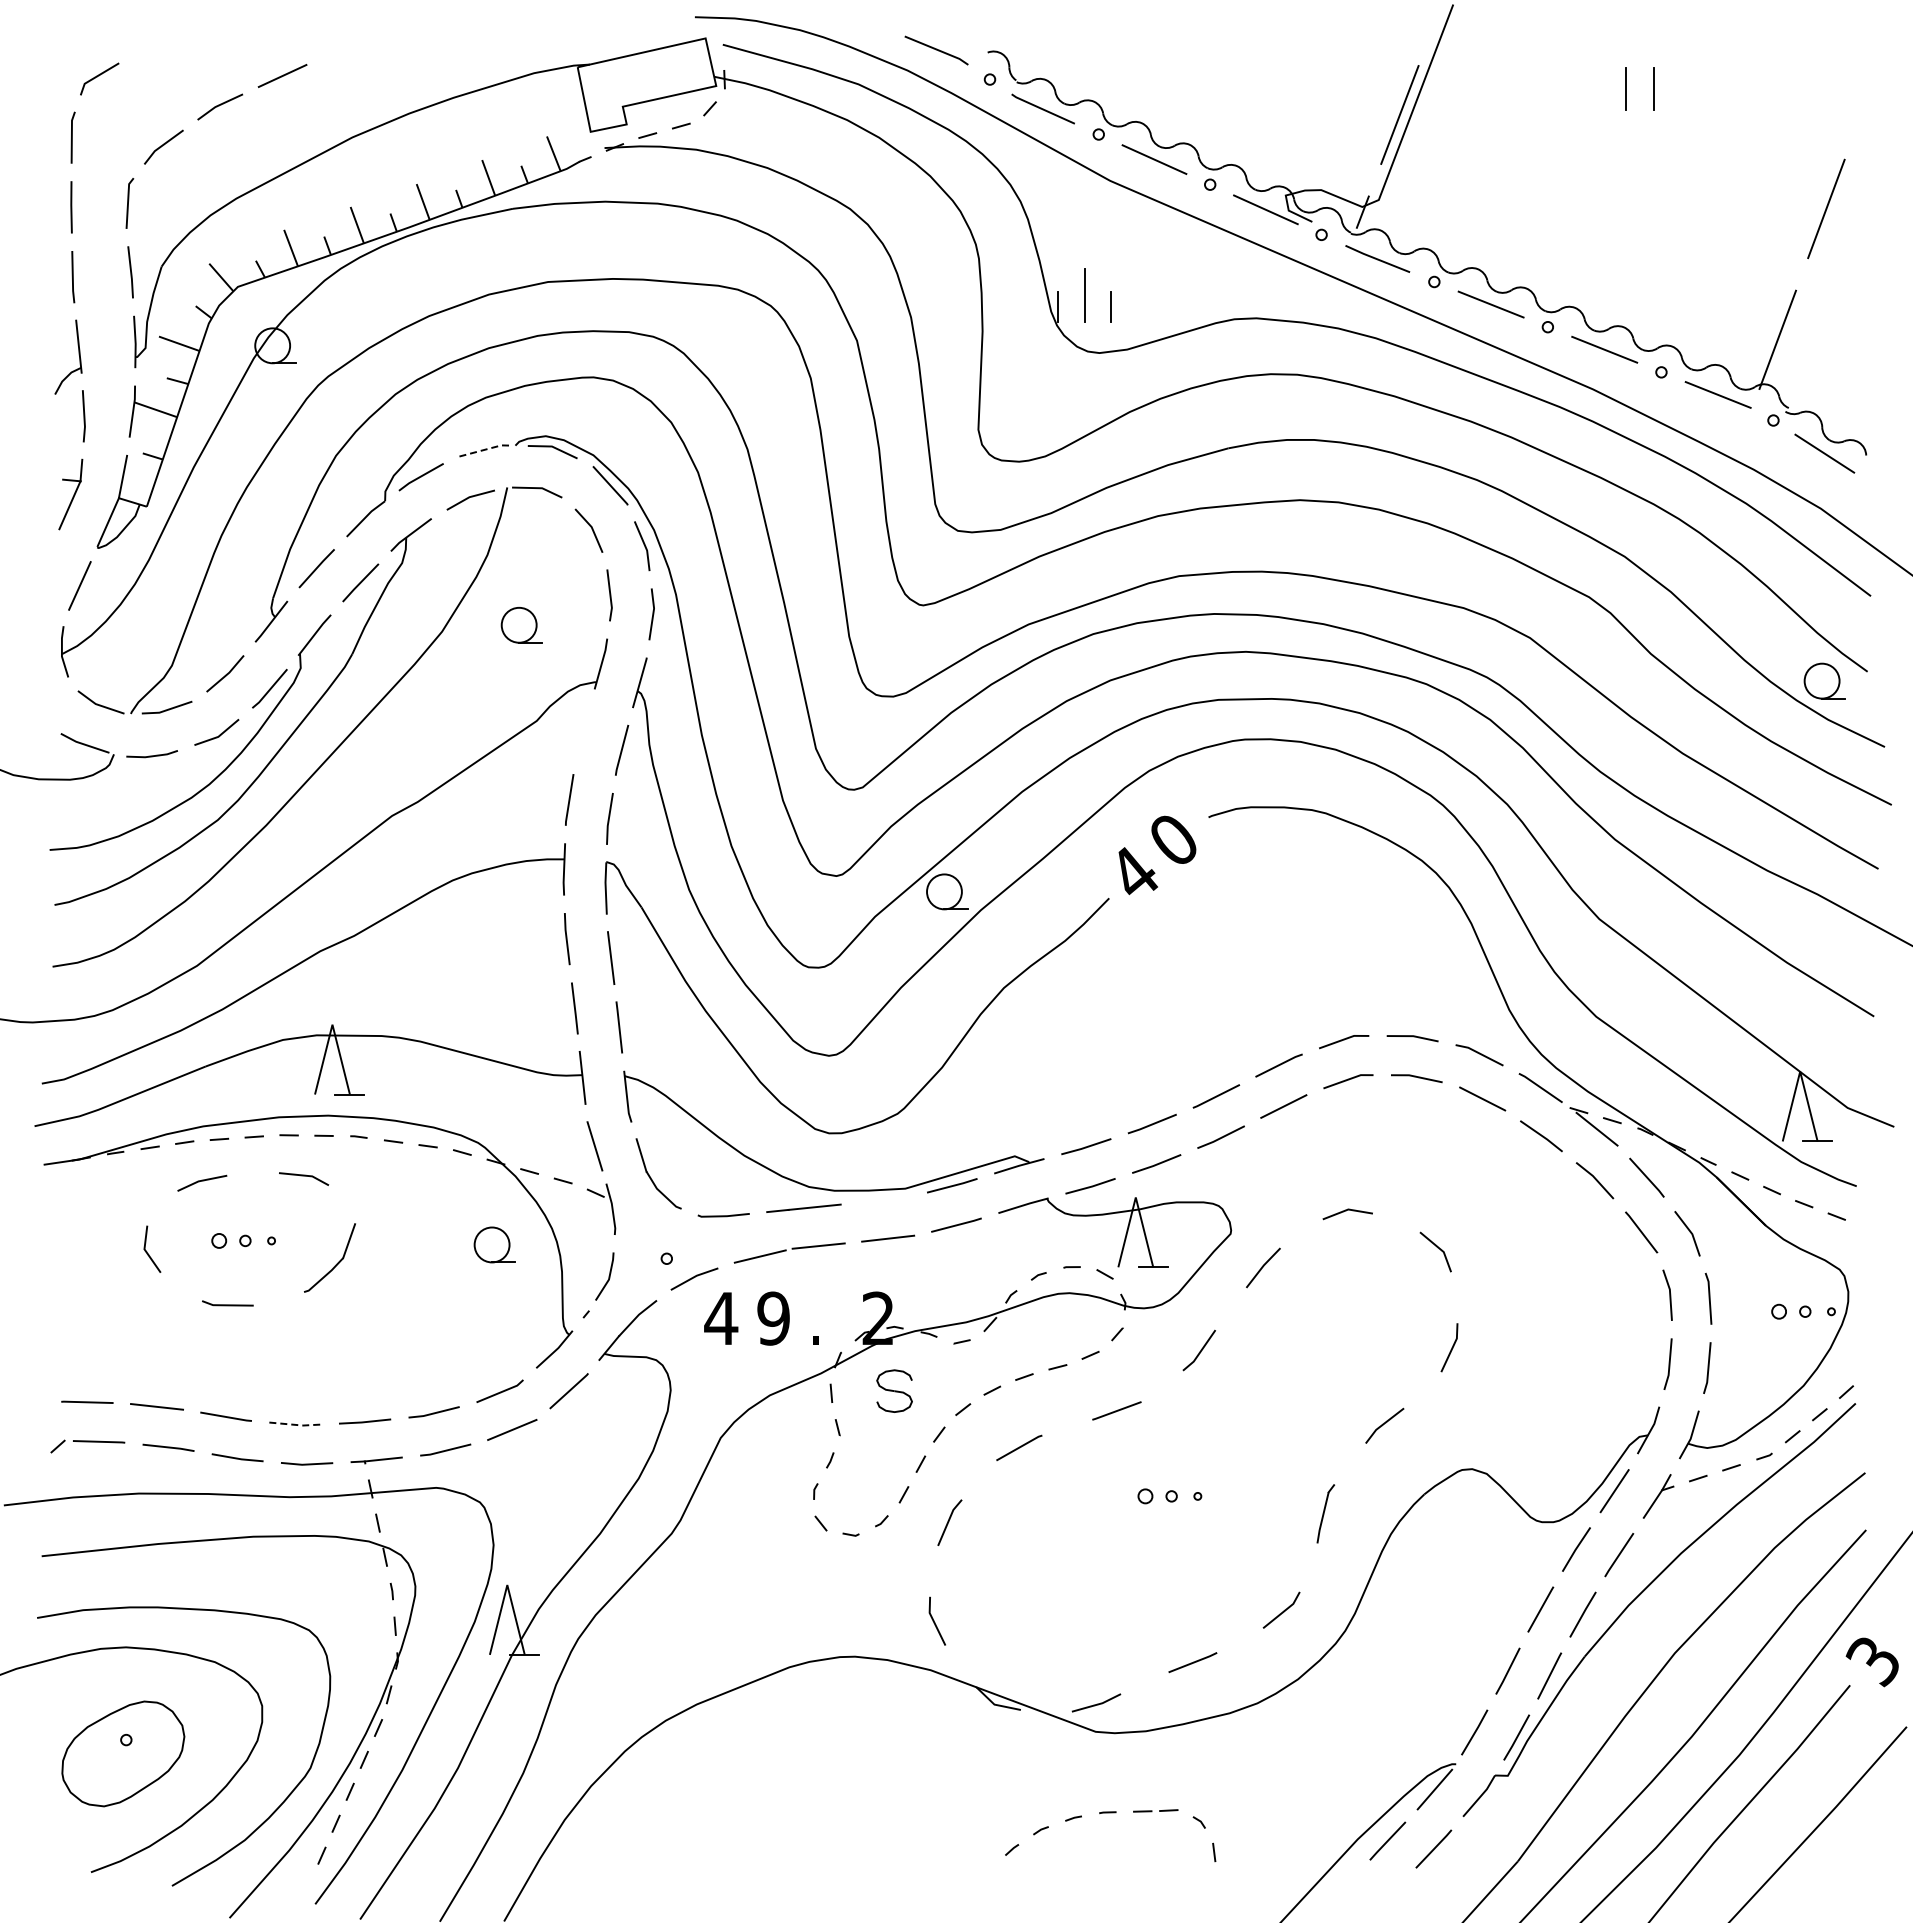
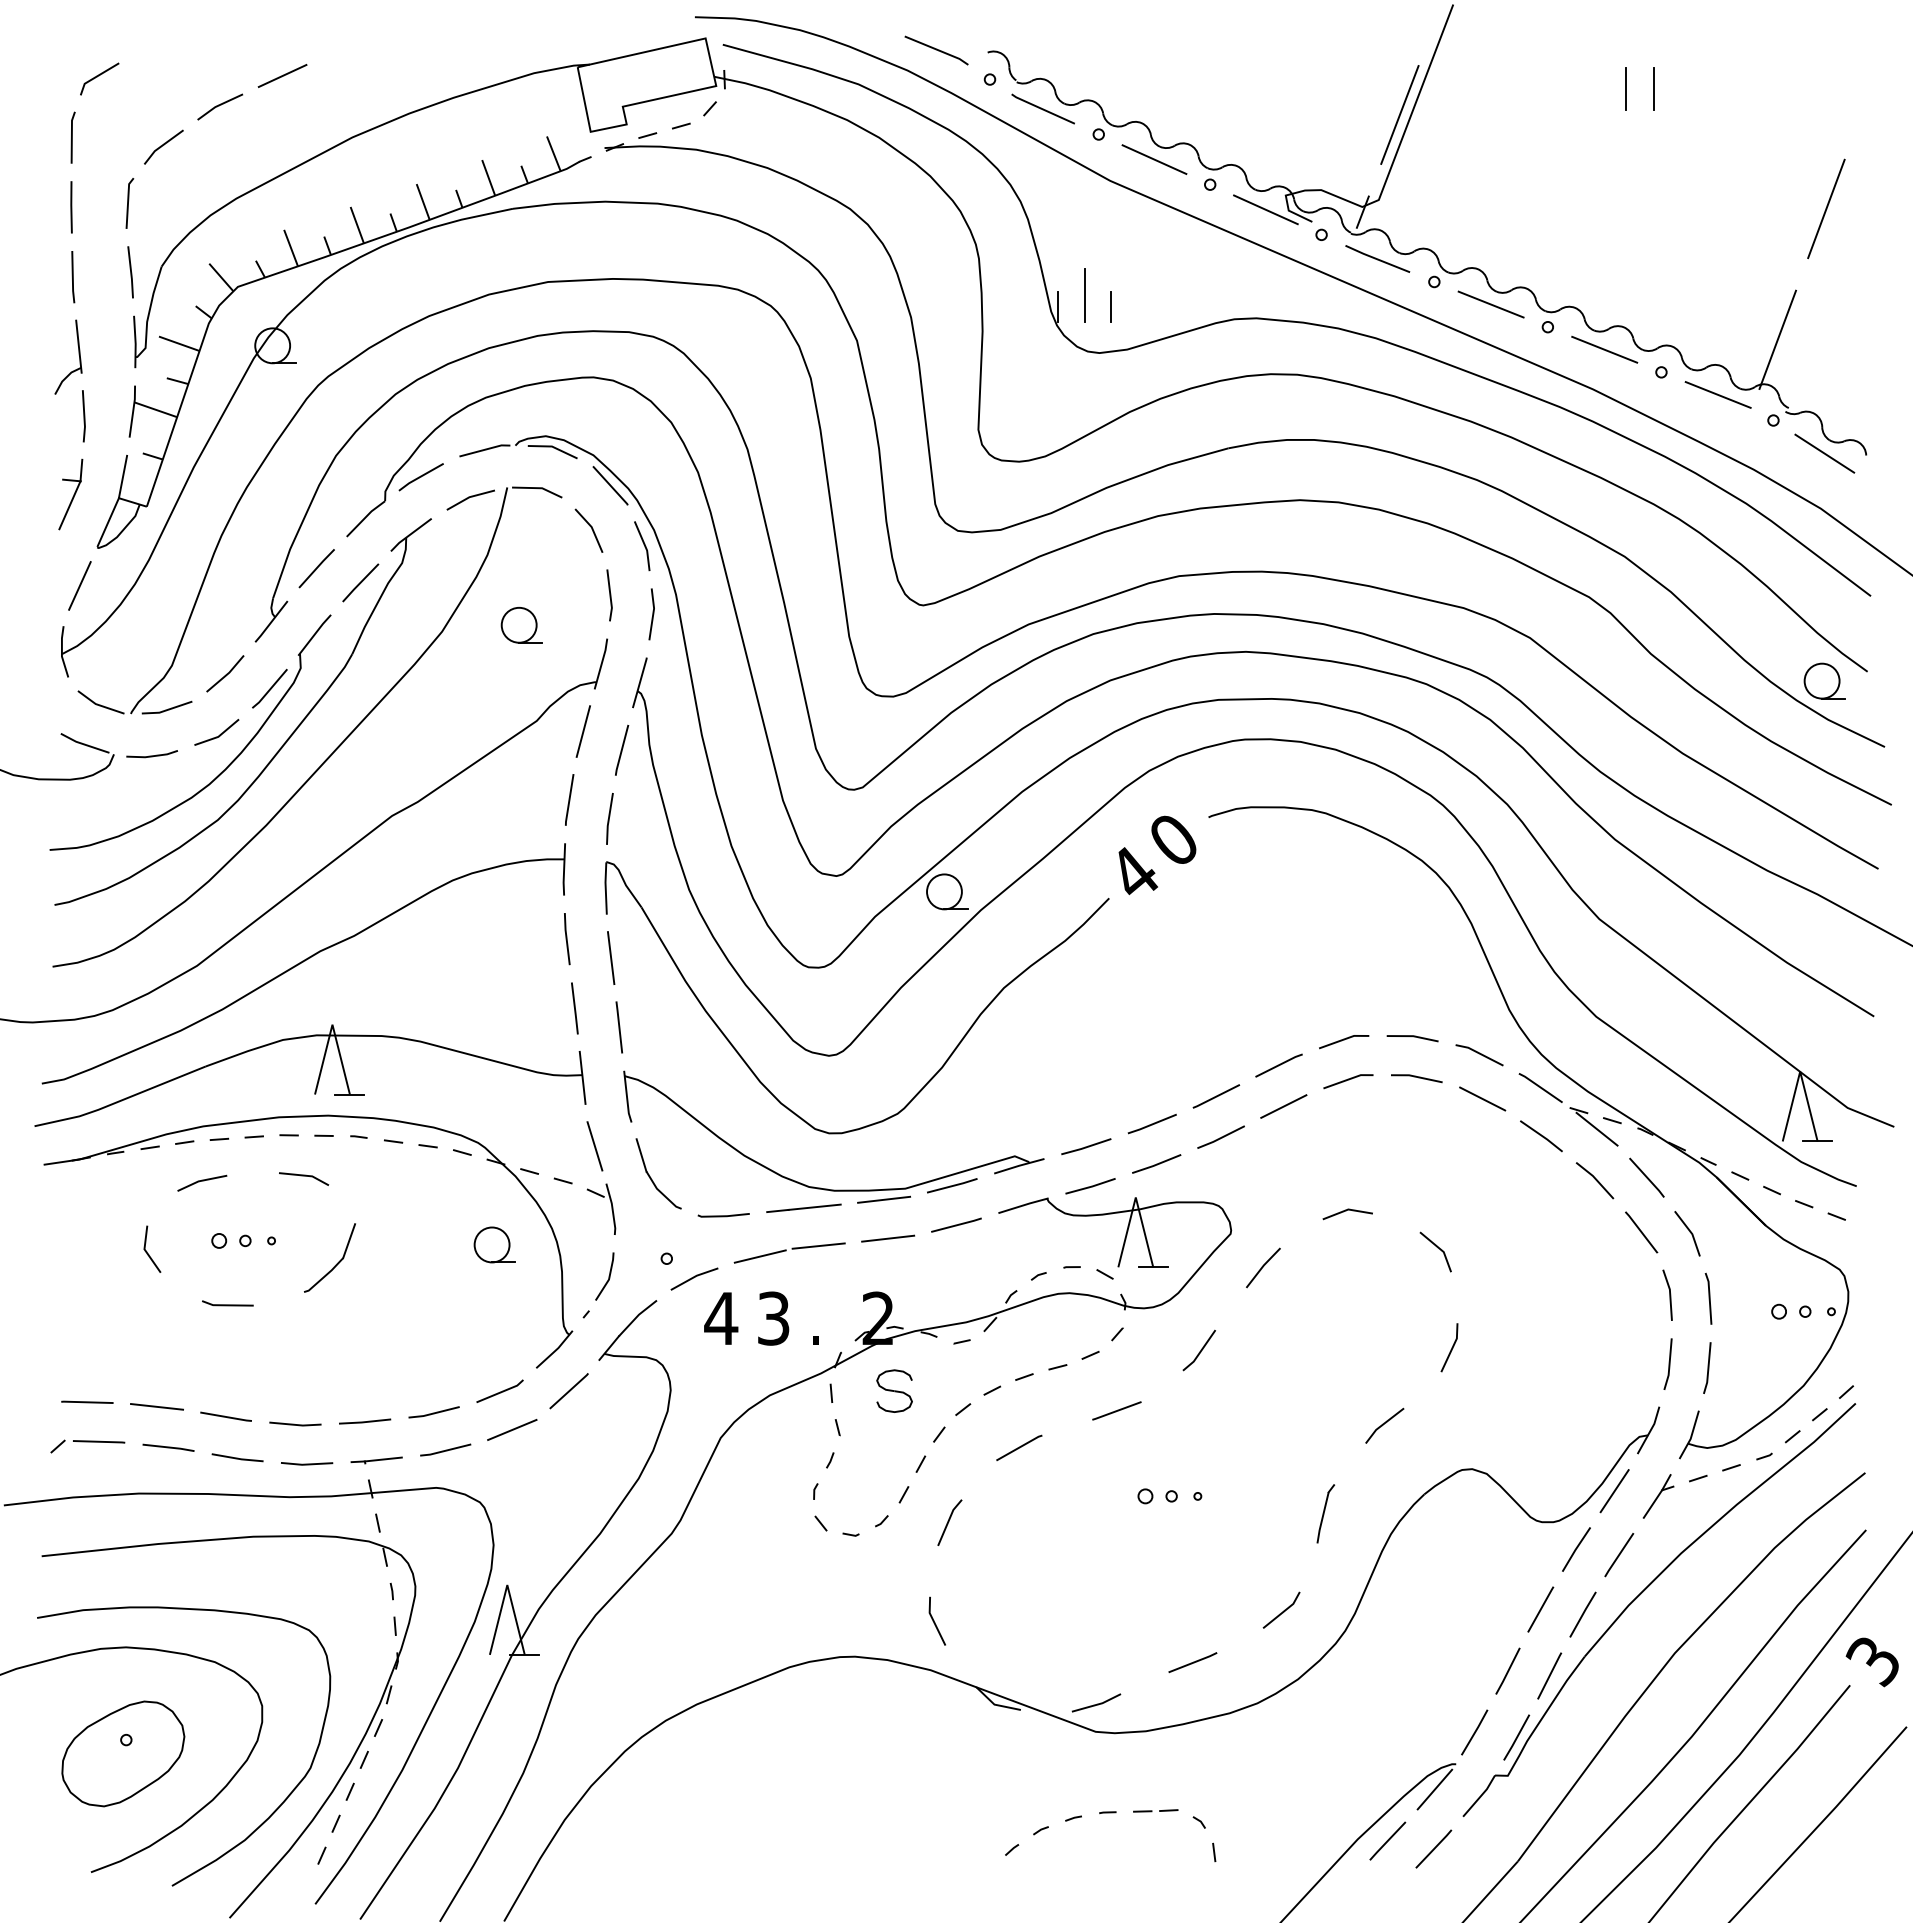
line at (485, 449): dashed -> solid
line at (583, 731): none -> present
line at (884, 1199): none -> present
text at (773, 1318): 9 -> 3
line at (295, 1424): dashed -> solid
